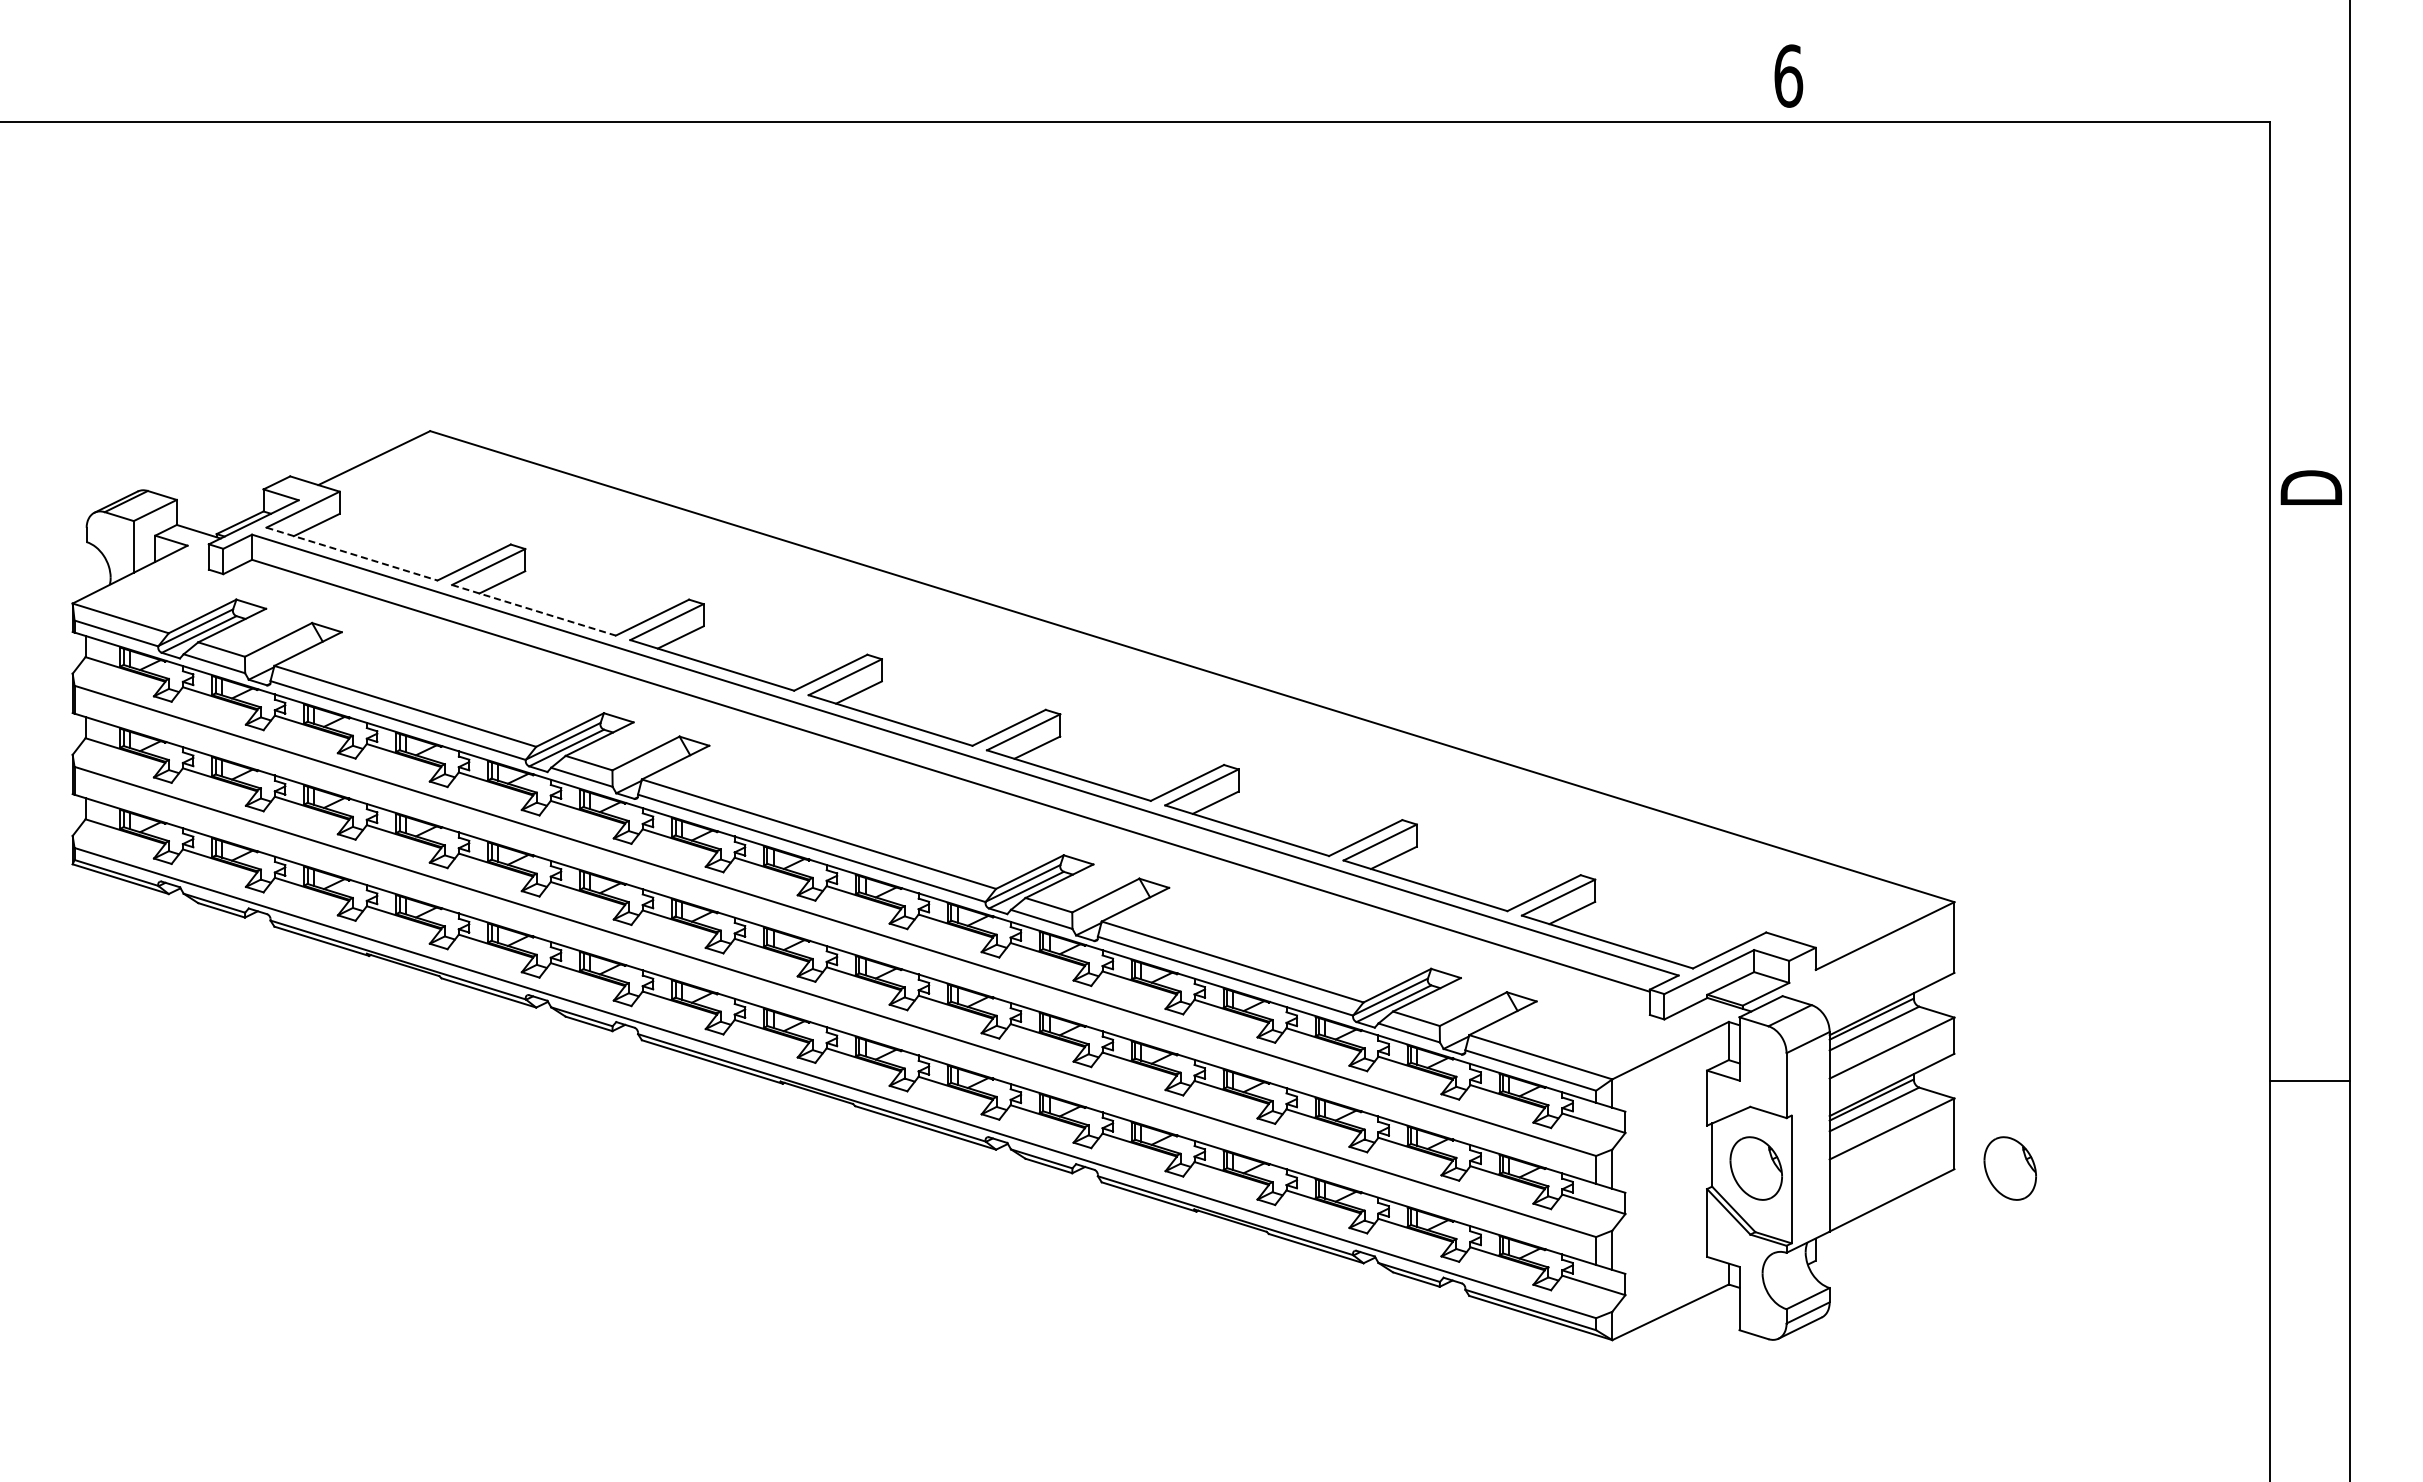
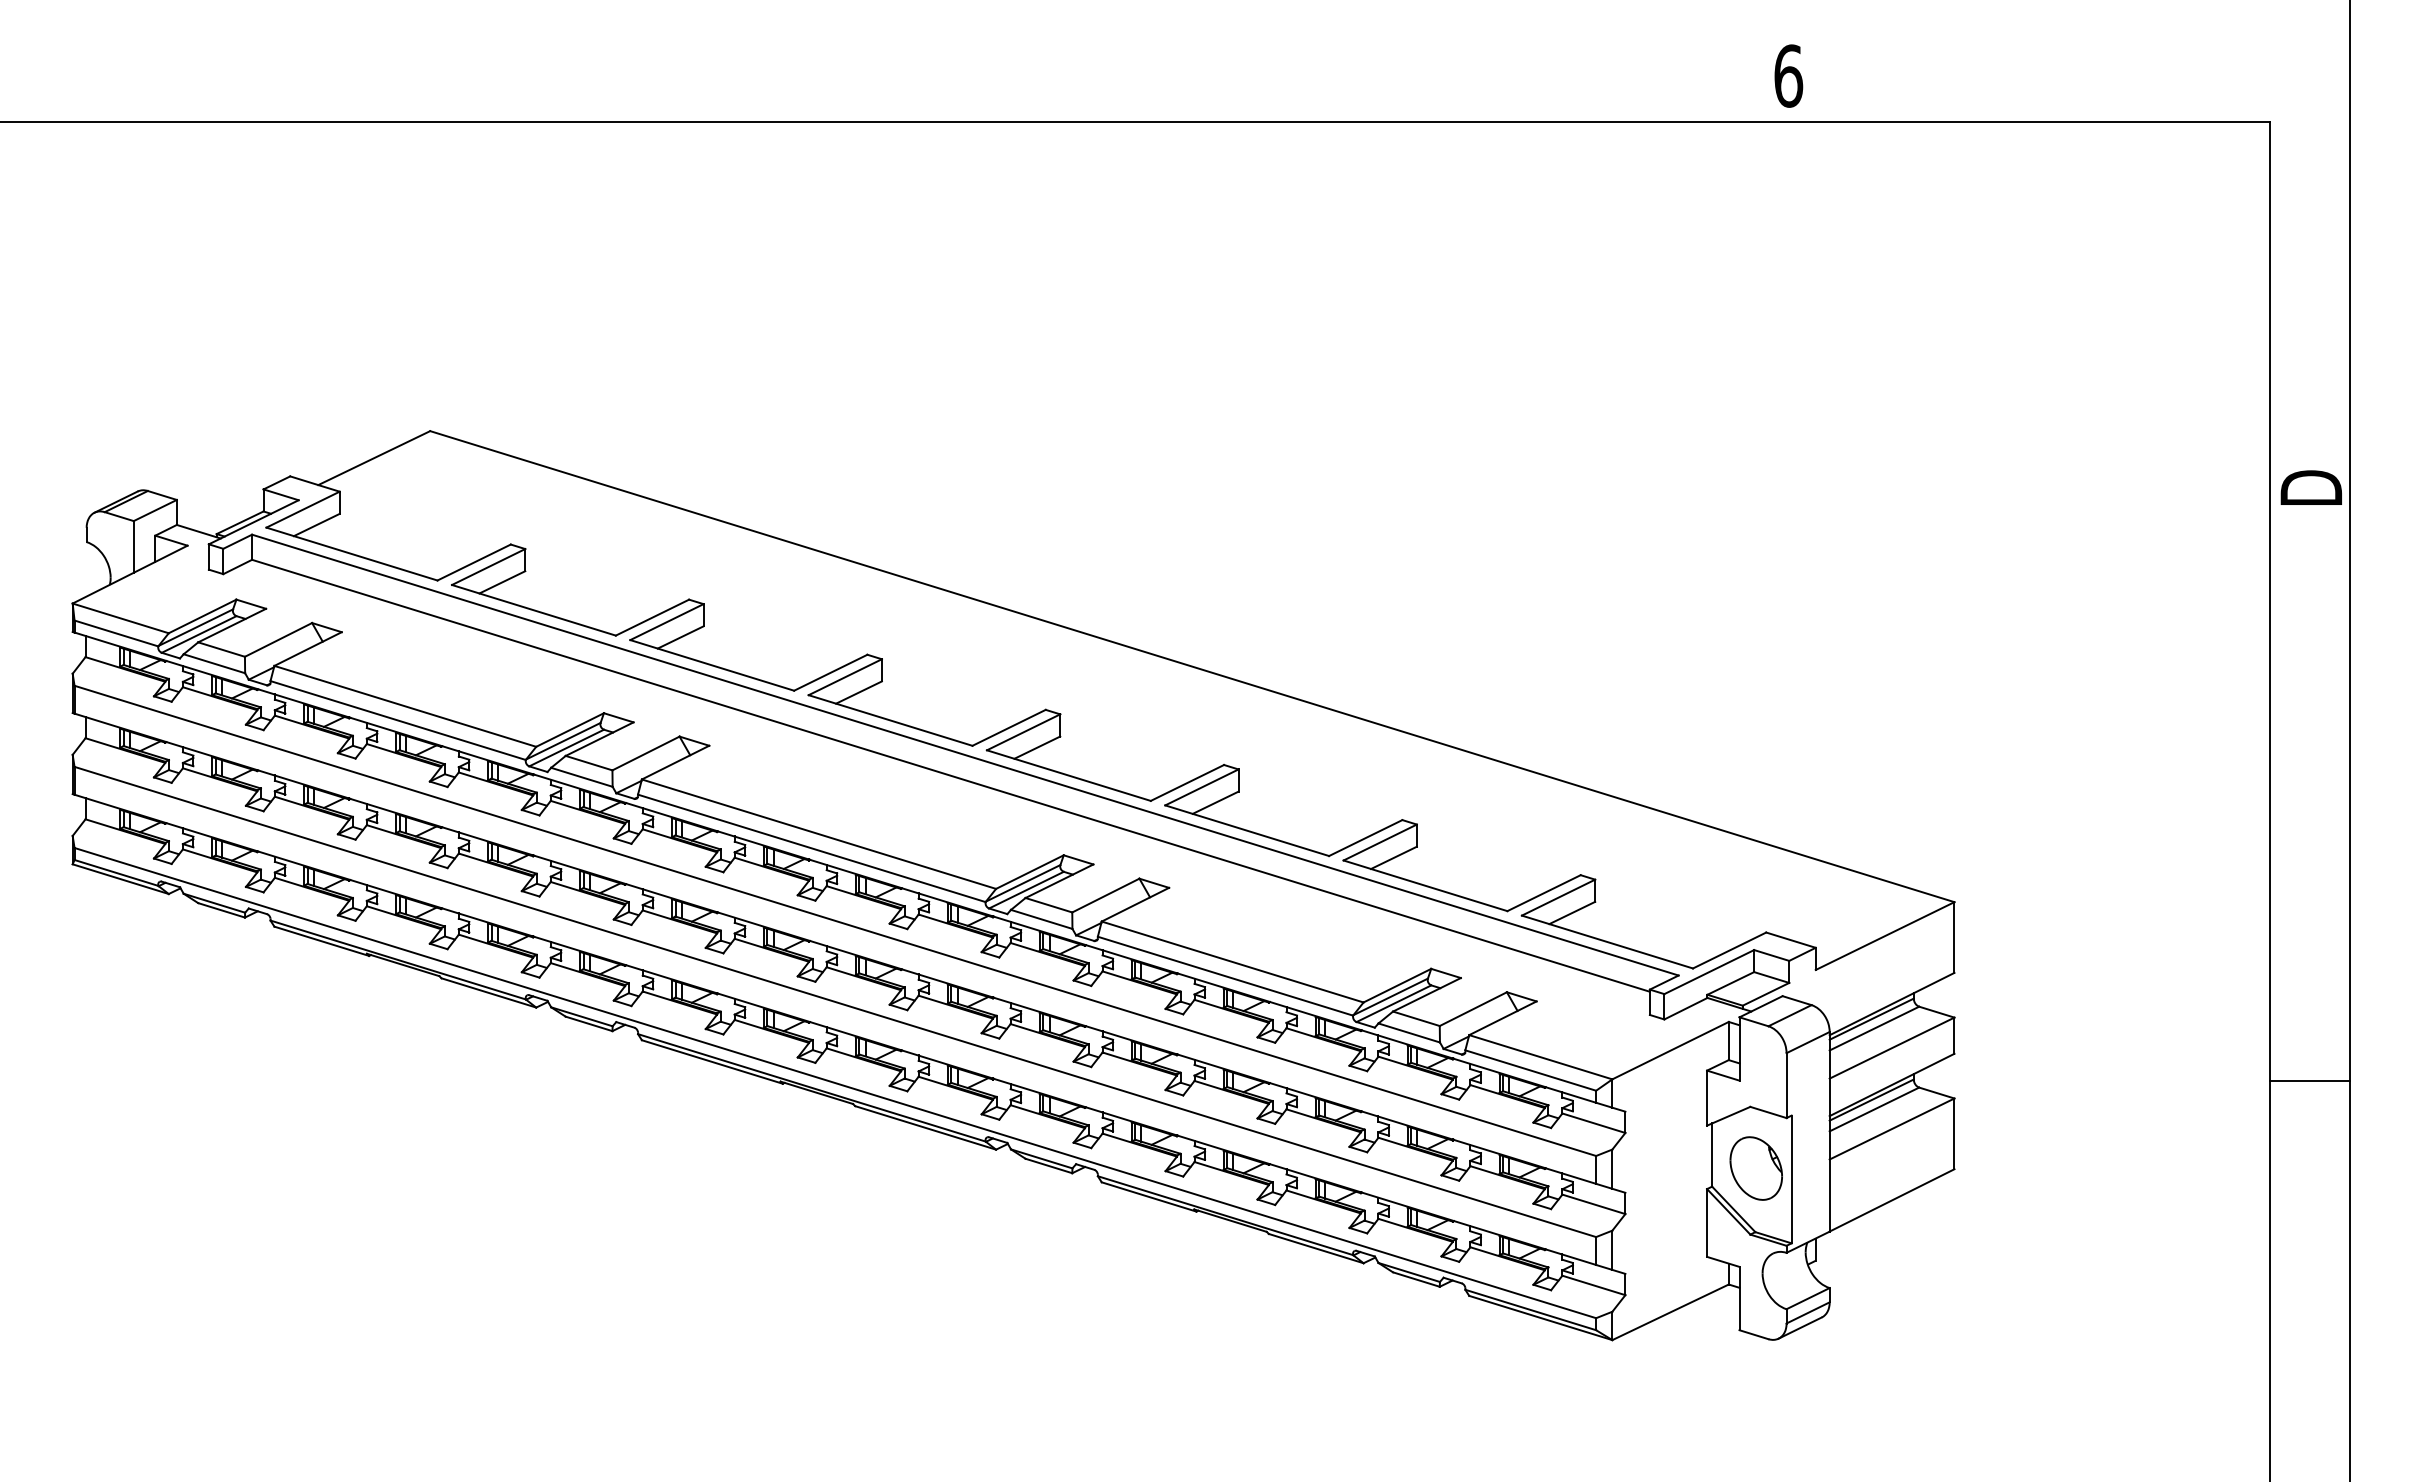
line at (351, 554): dashed -> solid
line at (533, 610): dashed -> solid
part at (2009, 1168): present -> none
